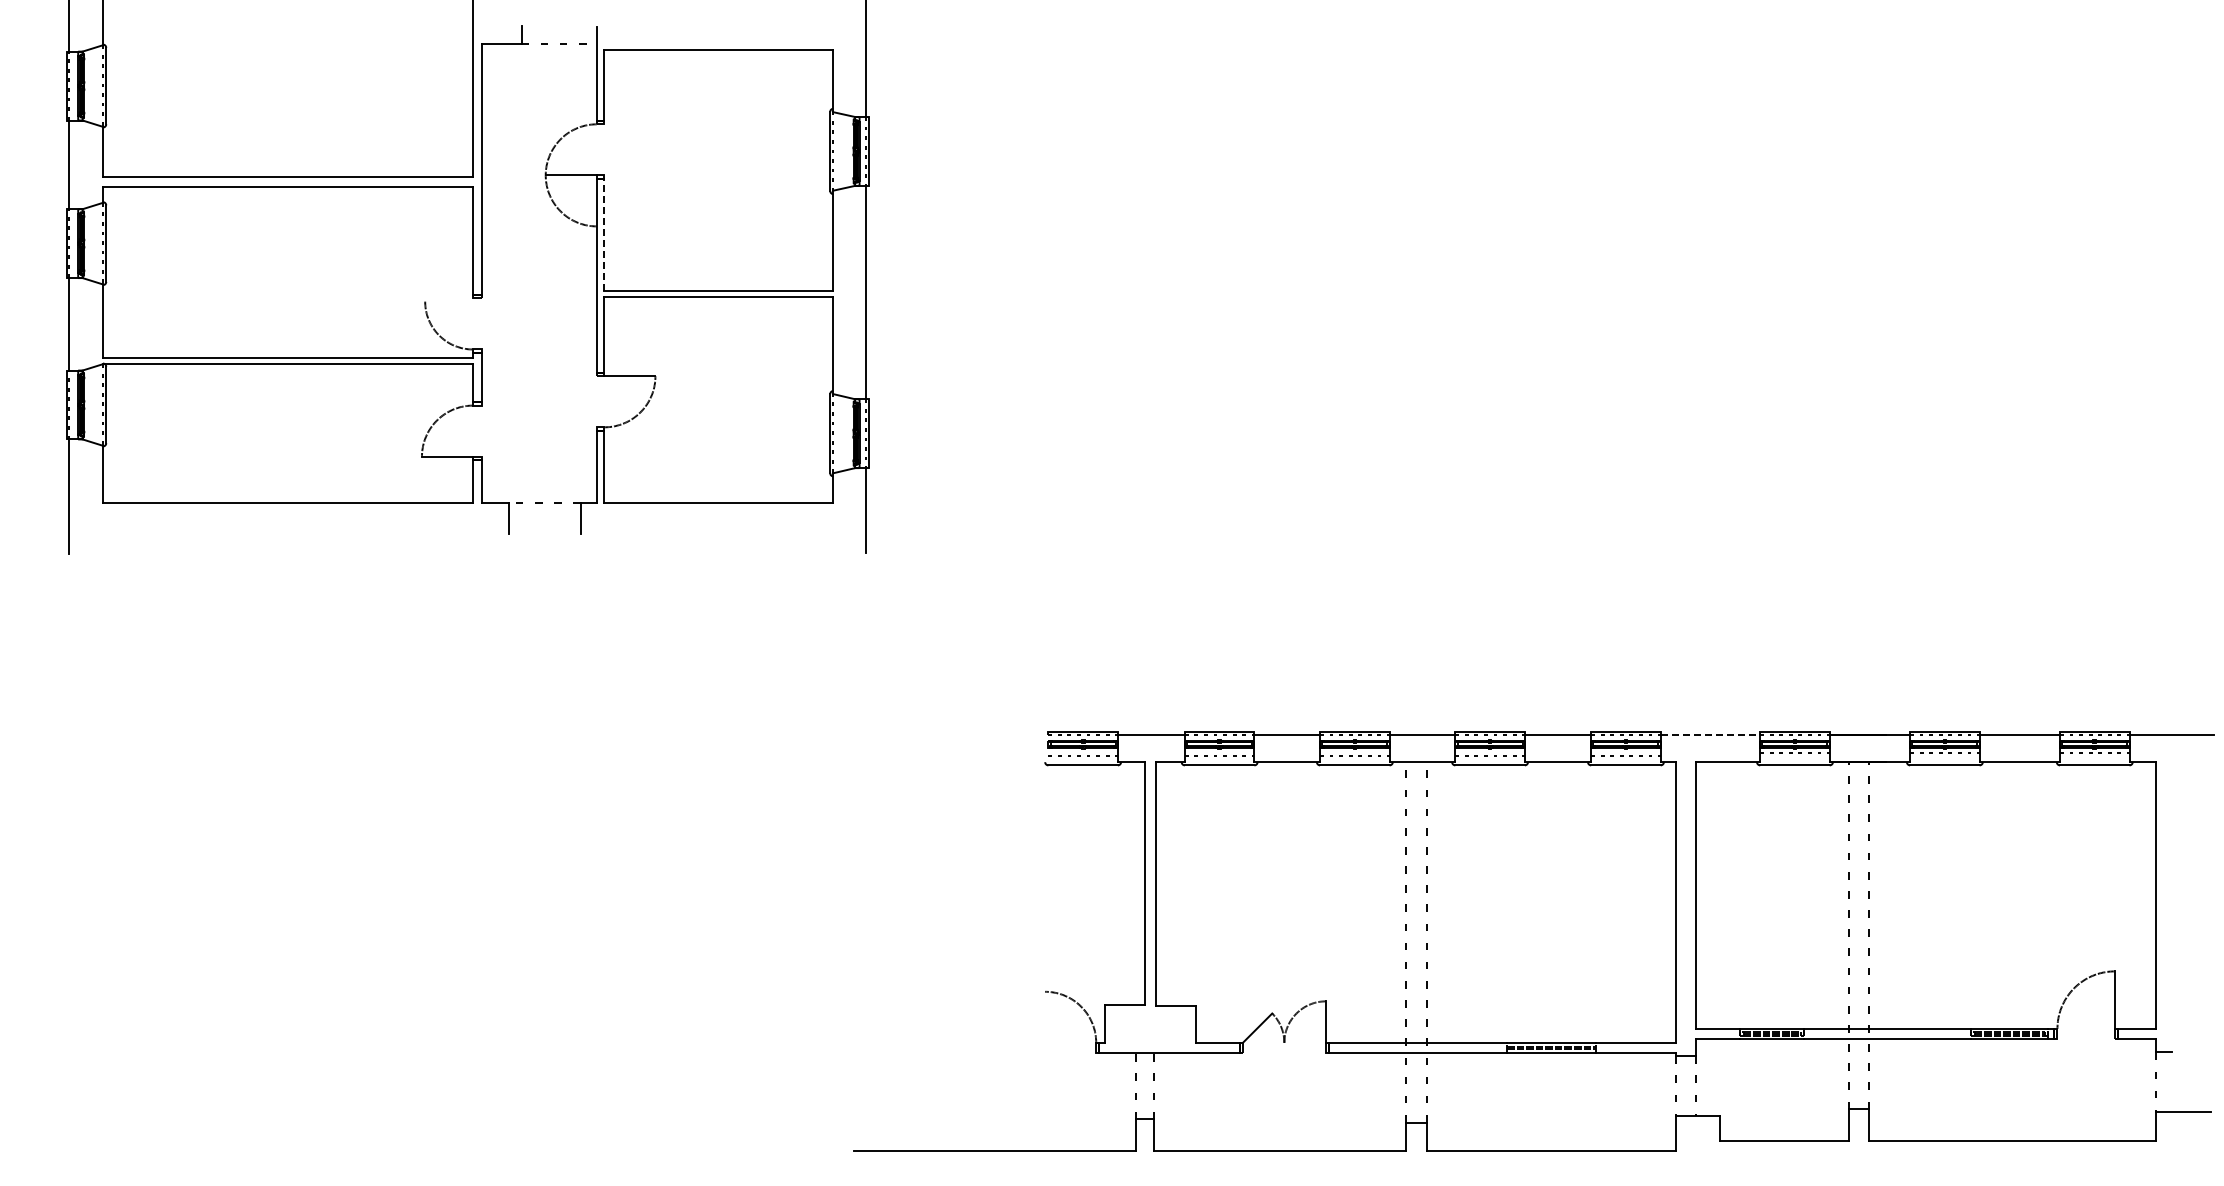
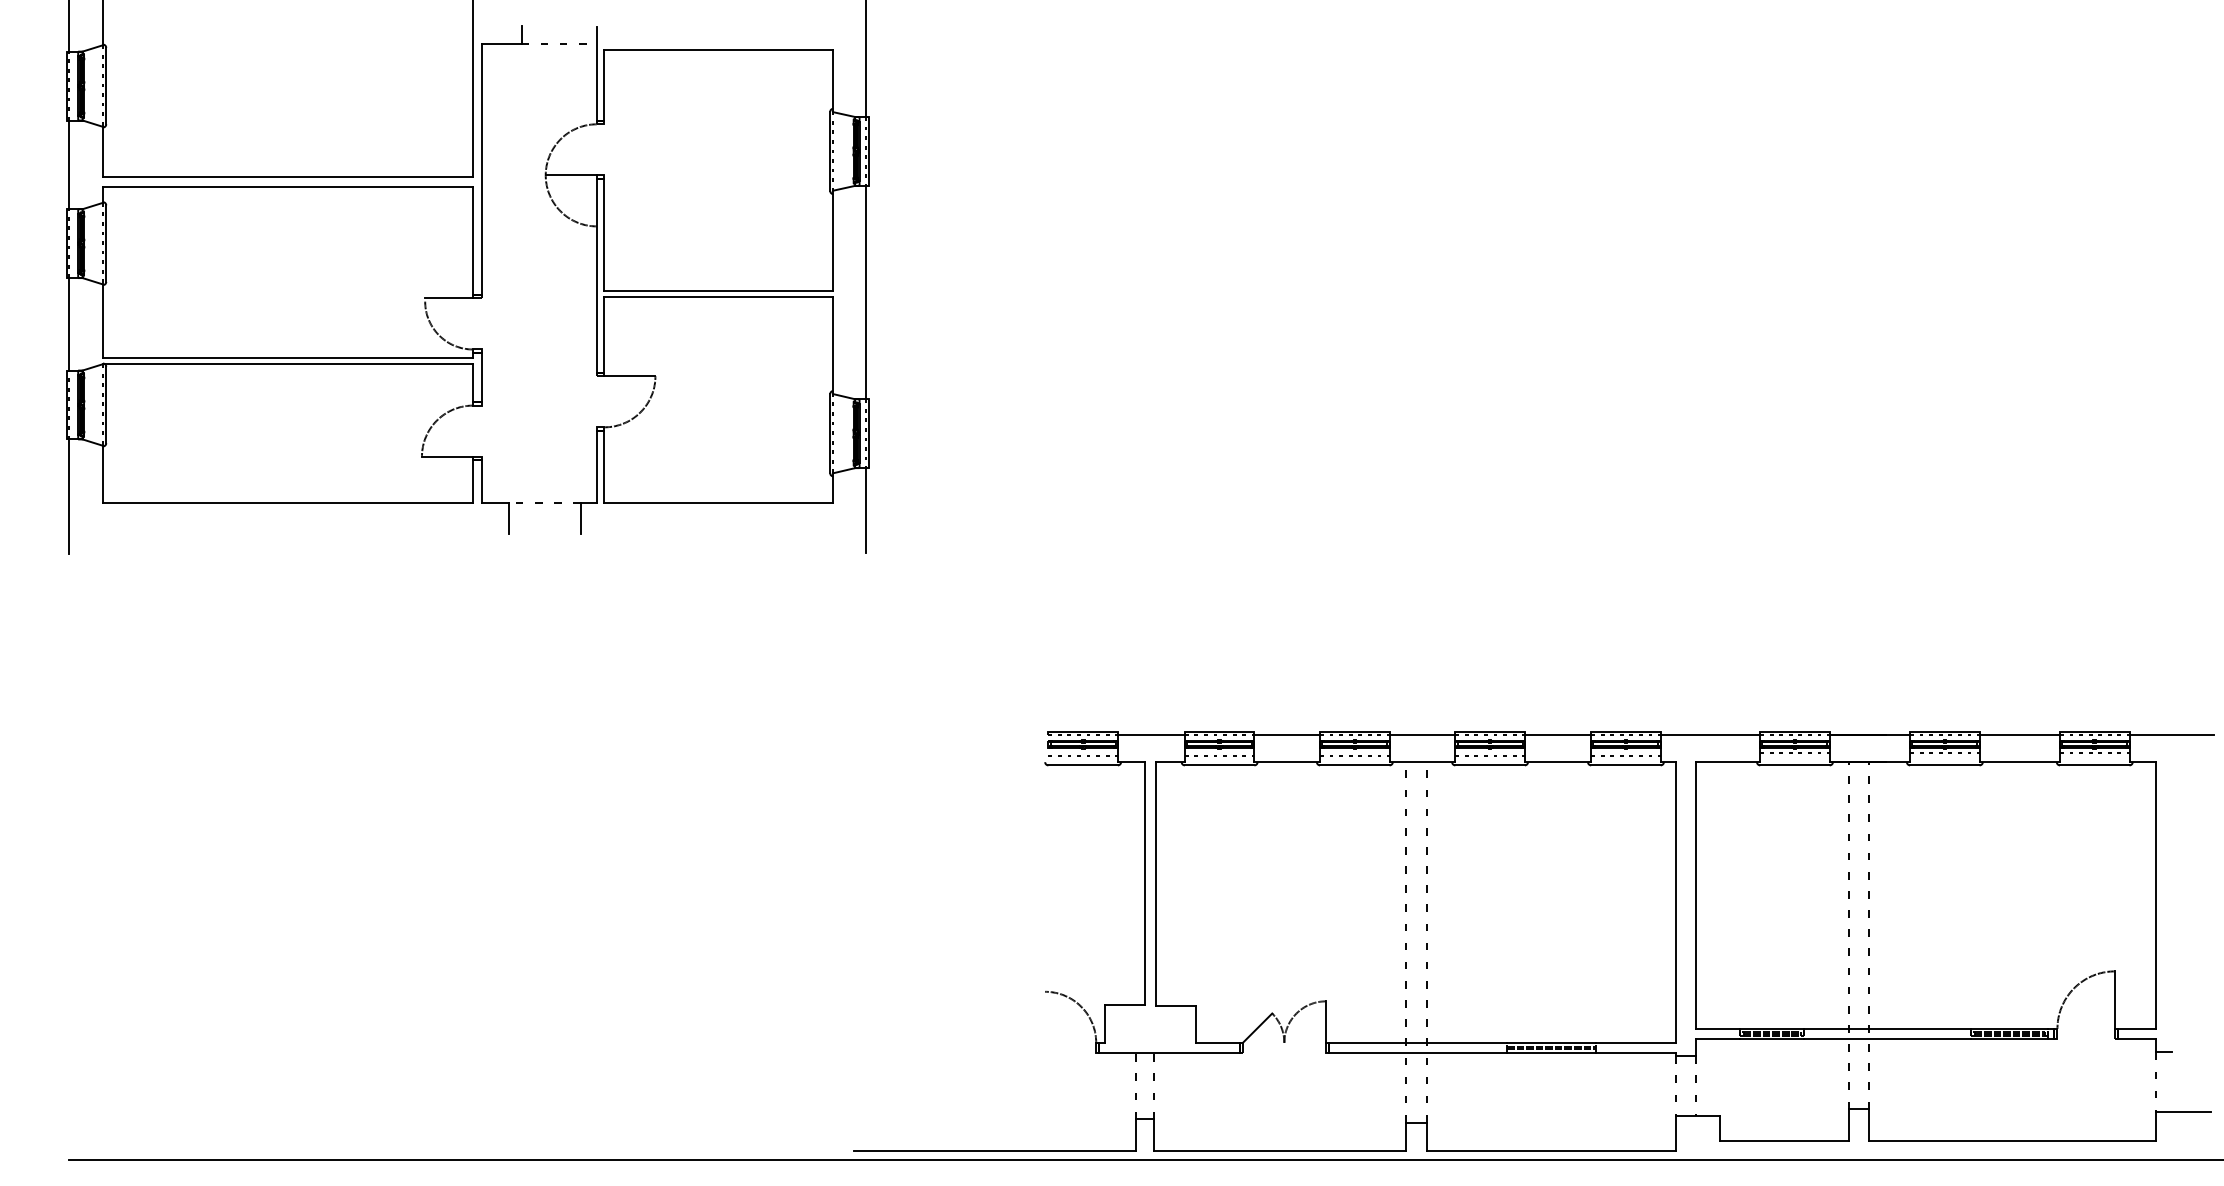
line at (604, 234): dashed -> solid
line at (449, 298): none -> present
line at (1710, 734): dashed -> solid
line at (1144, 1159): none -> present
